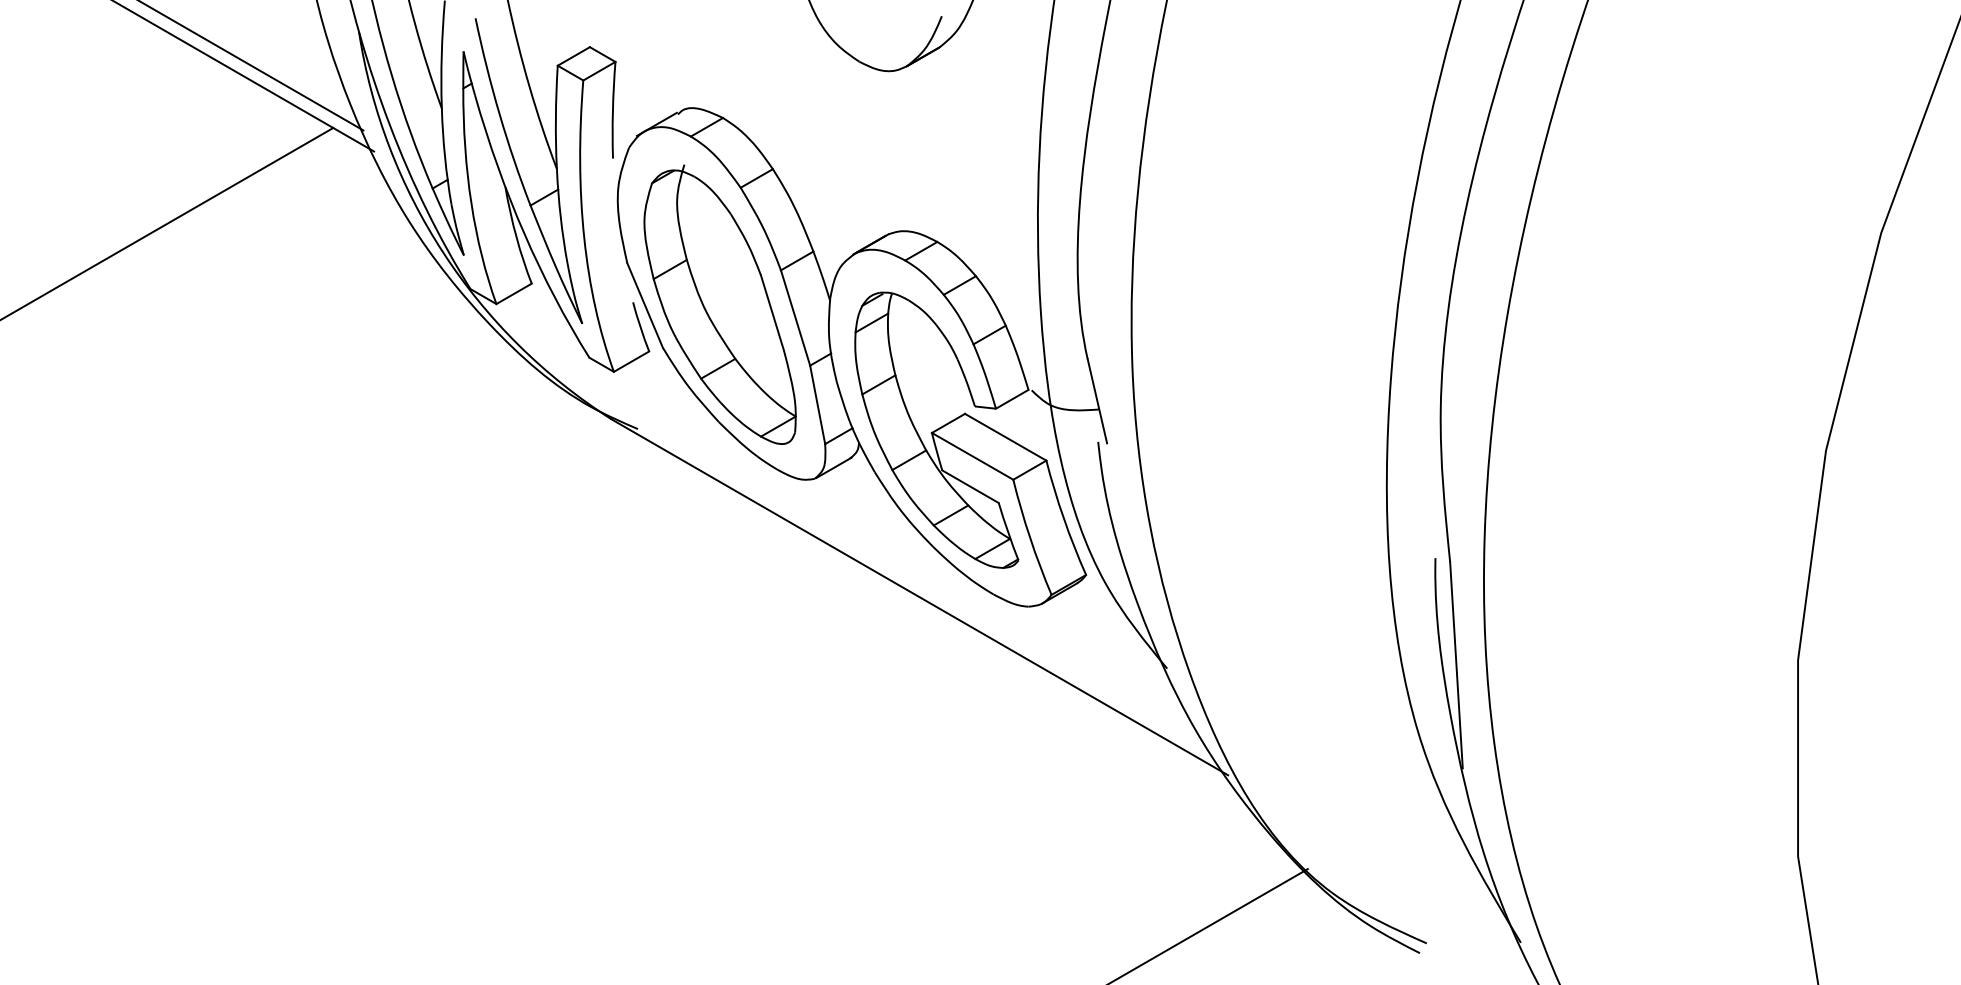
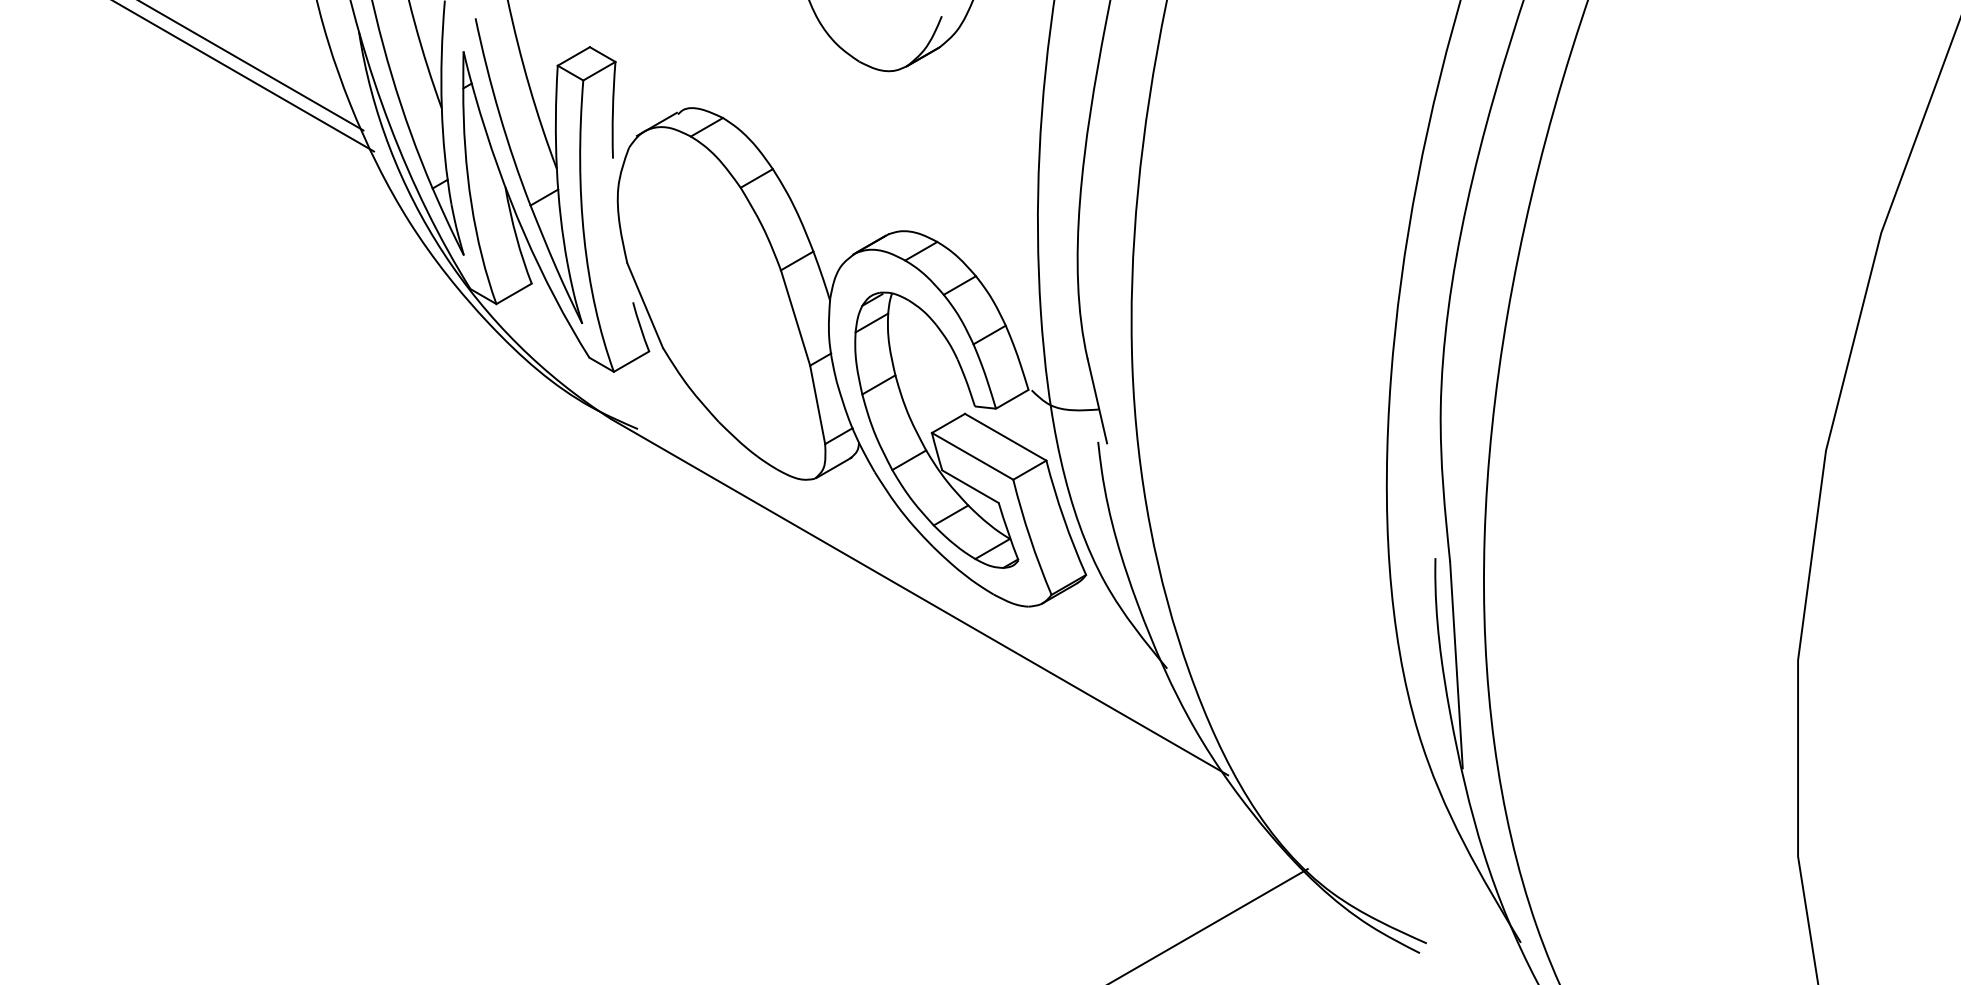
line at (167, 223): present -> none
part at (719, 304): present -> none
